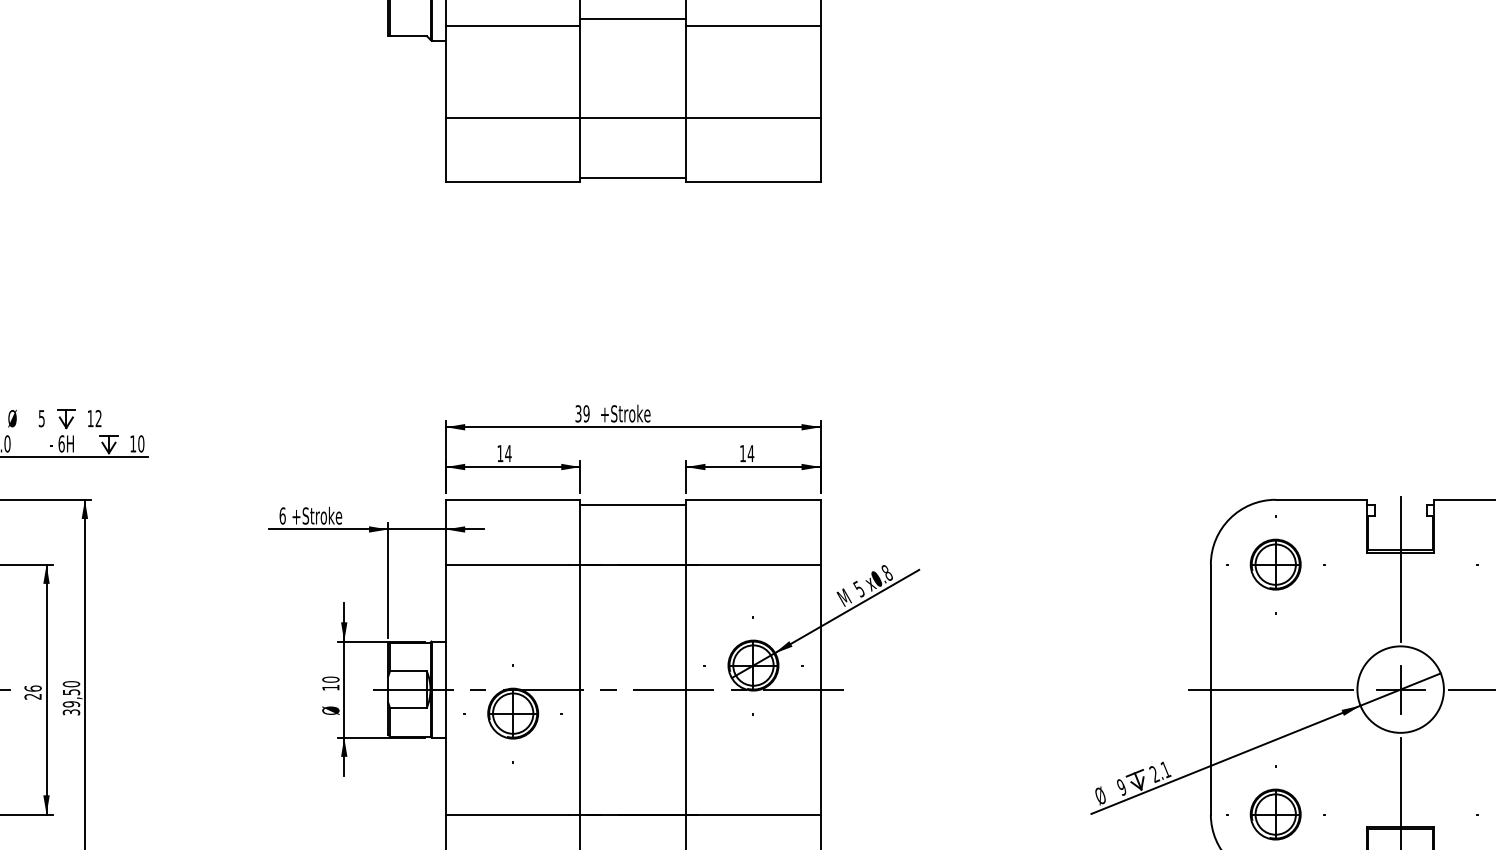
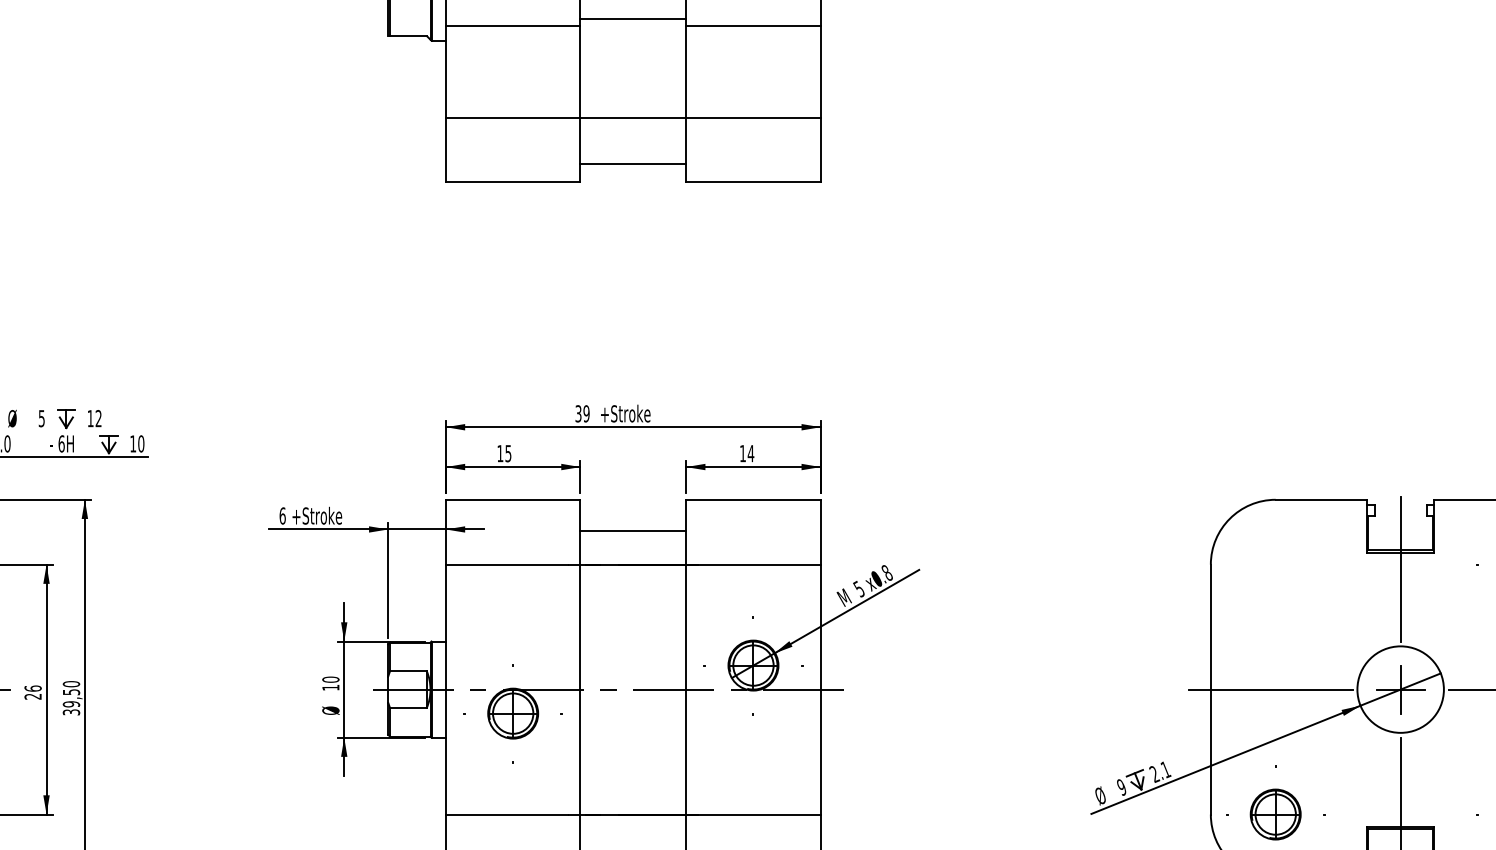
line at (633, 177) position: (633, 177) -> (633, 163)
text at (508, 453): 14 -> 15
line at (633, 504) position: (633, 504) -> (633, 530)
part at (1275, 564): present -> none
